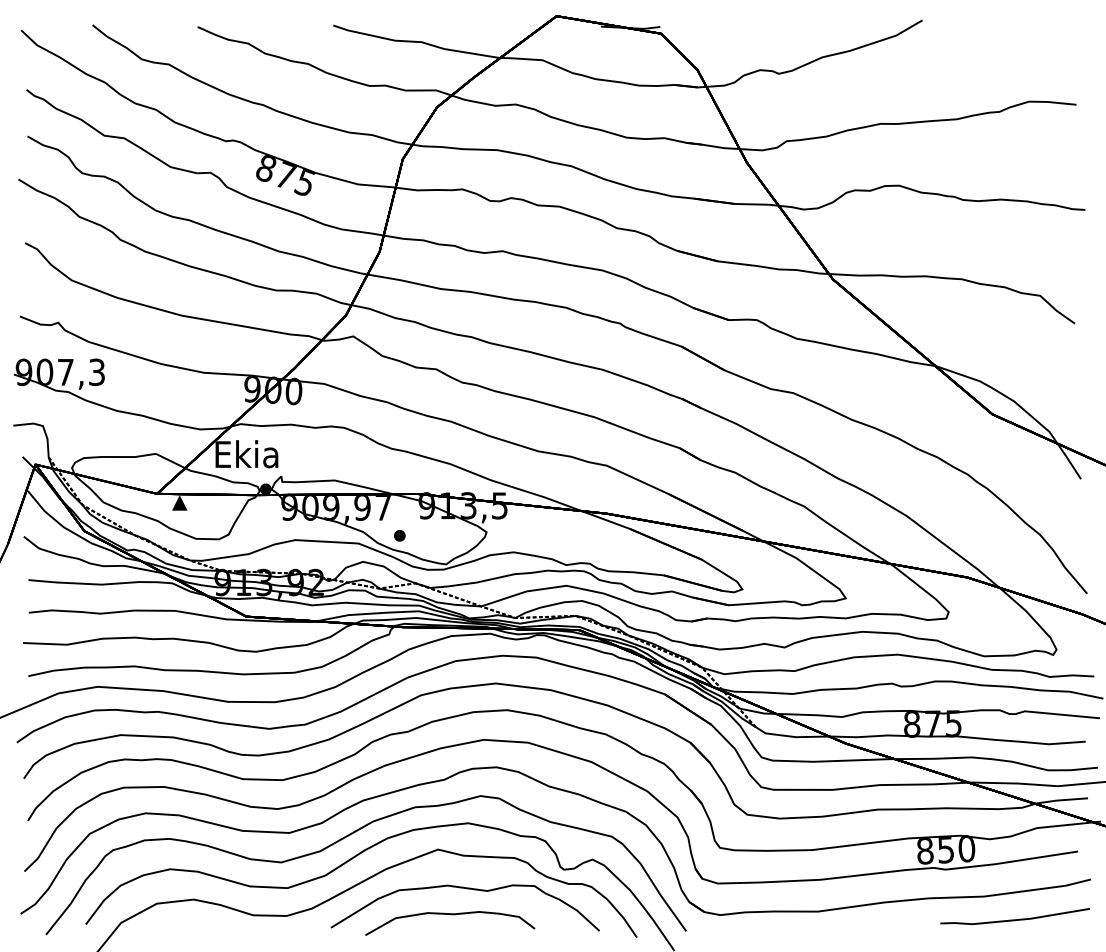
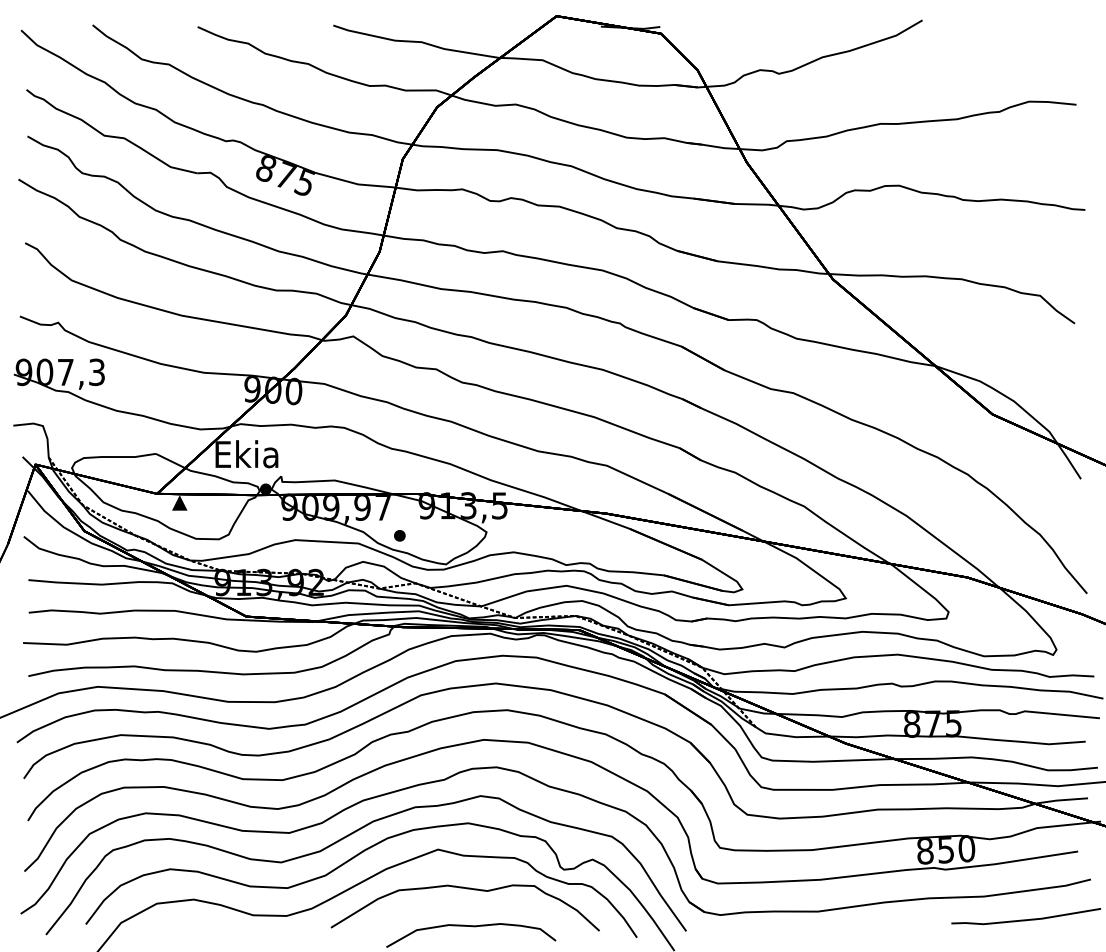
curve at (451, 915) position: (451, 915) -> (472, 927)
line at (1015, 919) position: (1015, 919) -> (1026, 919)
